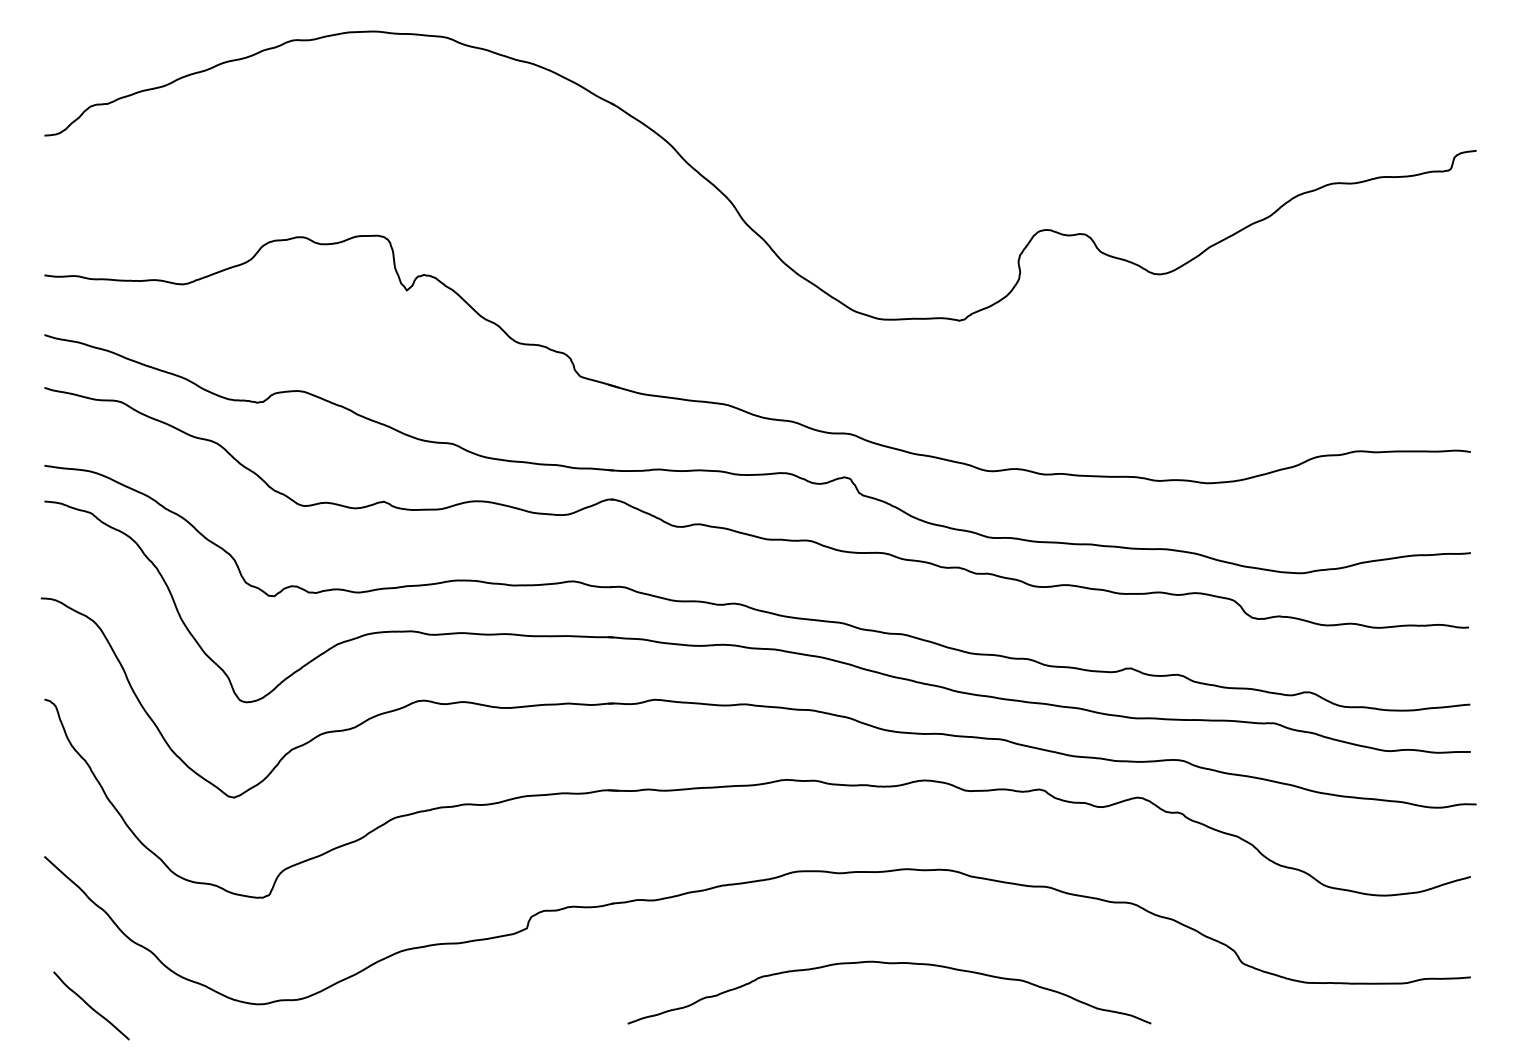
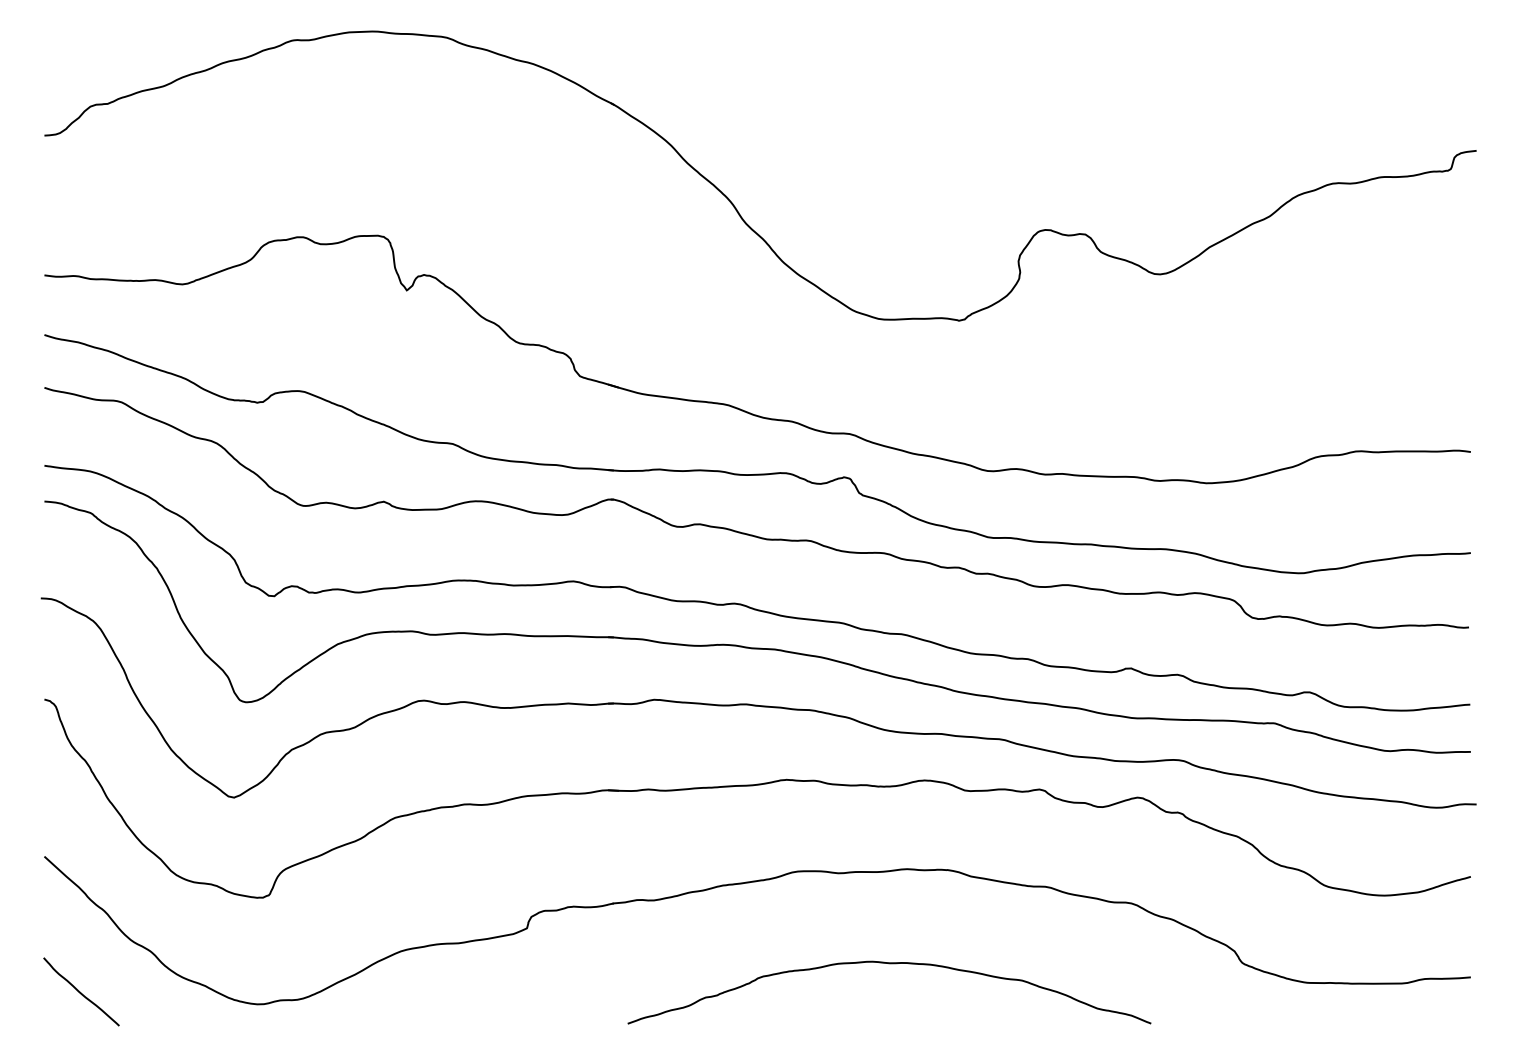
curve at (90, 1005) position: (90, 1005) -> (80, 991)
